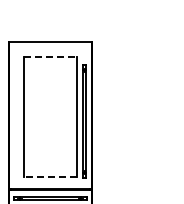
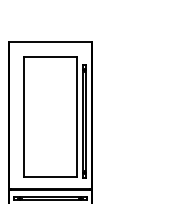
line at (50, 56): dashed -> solid
line at (50, 176): dashed -> solid
